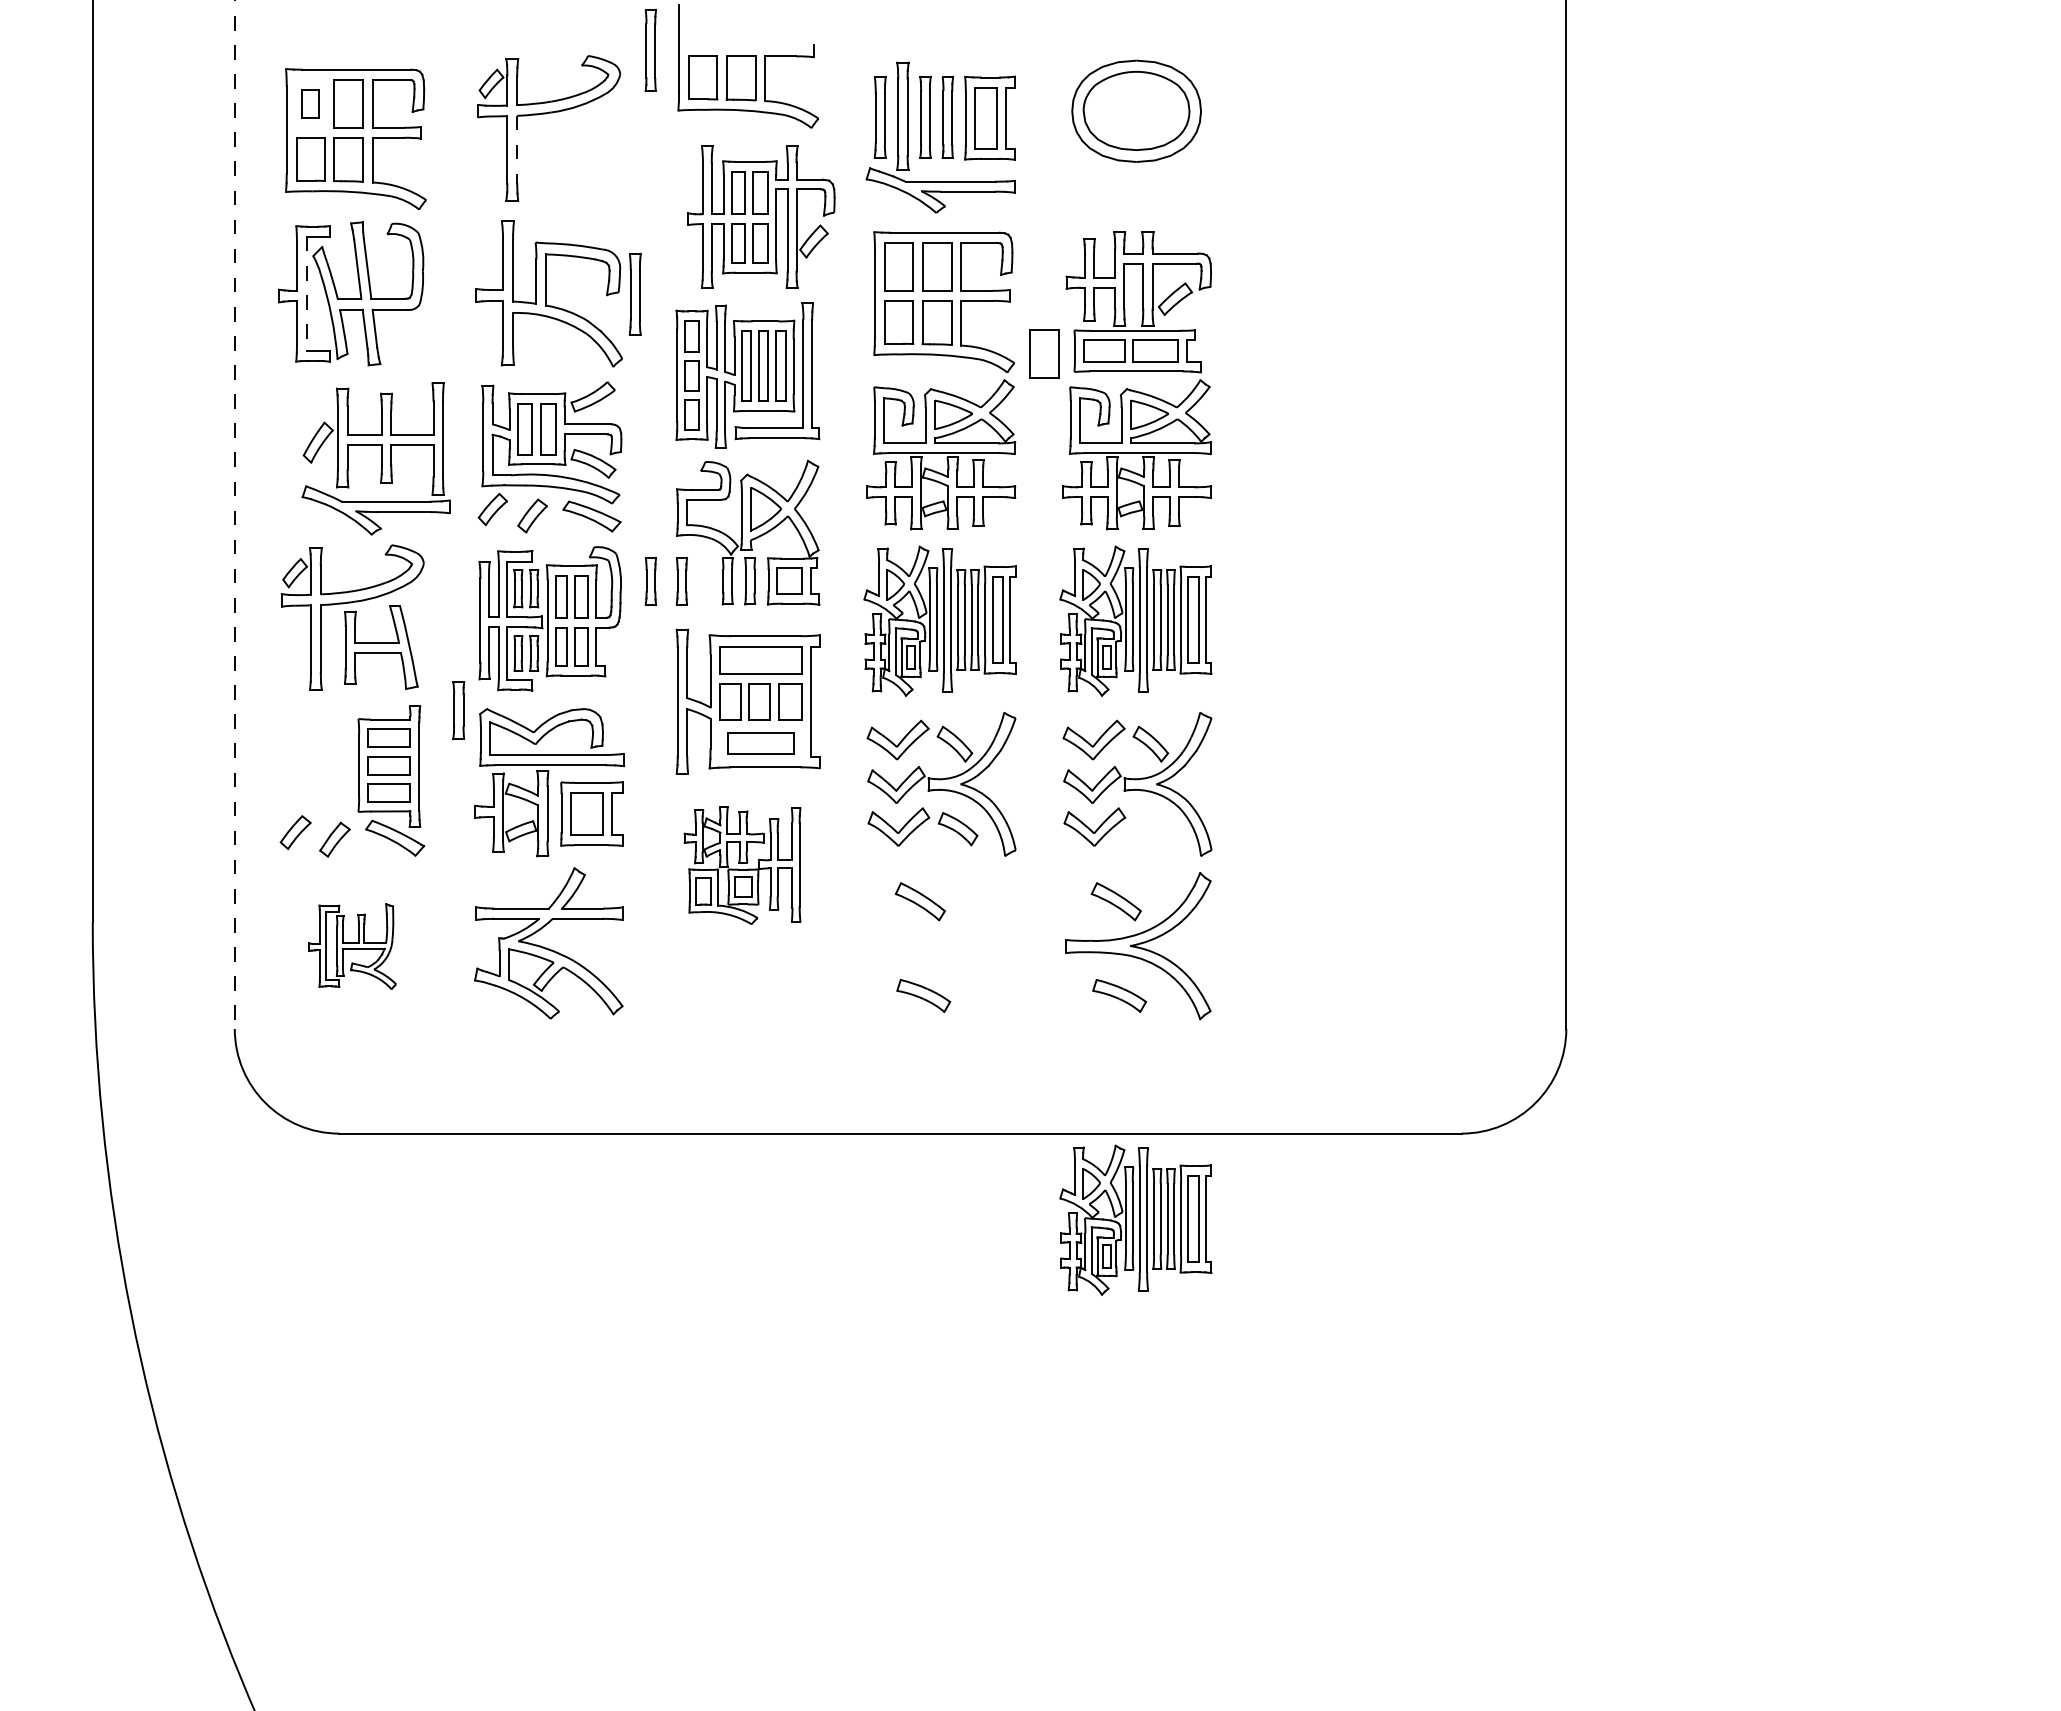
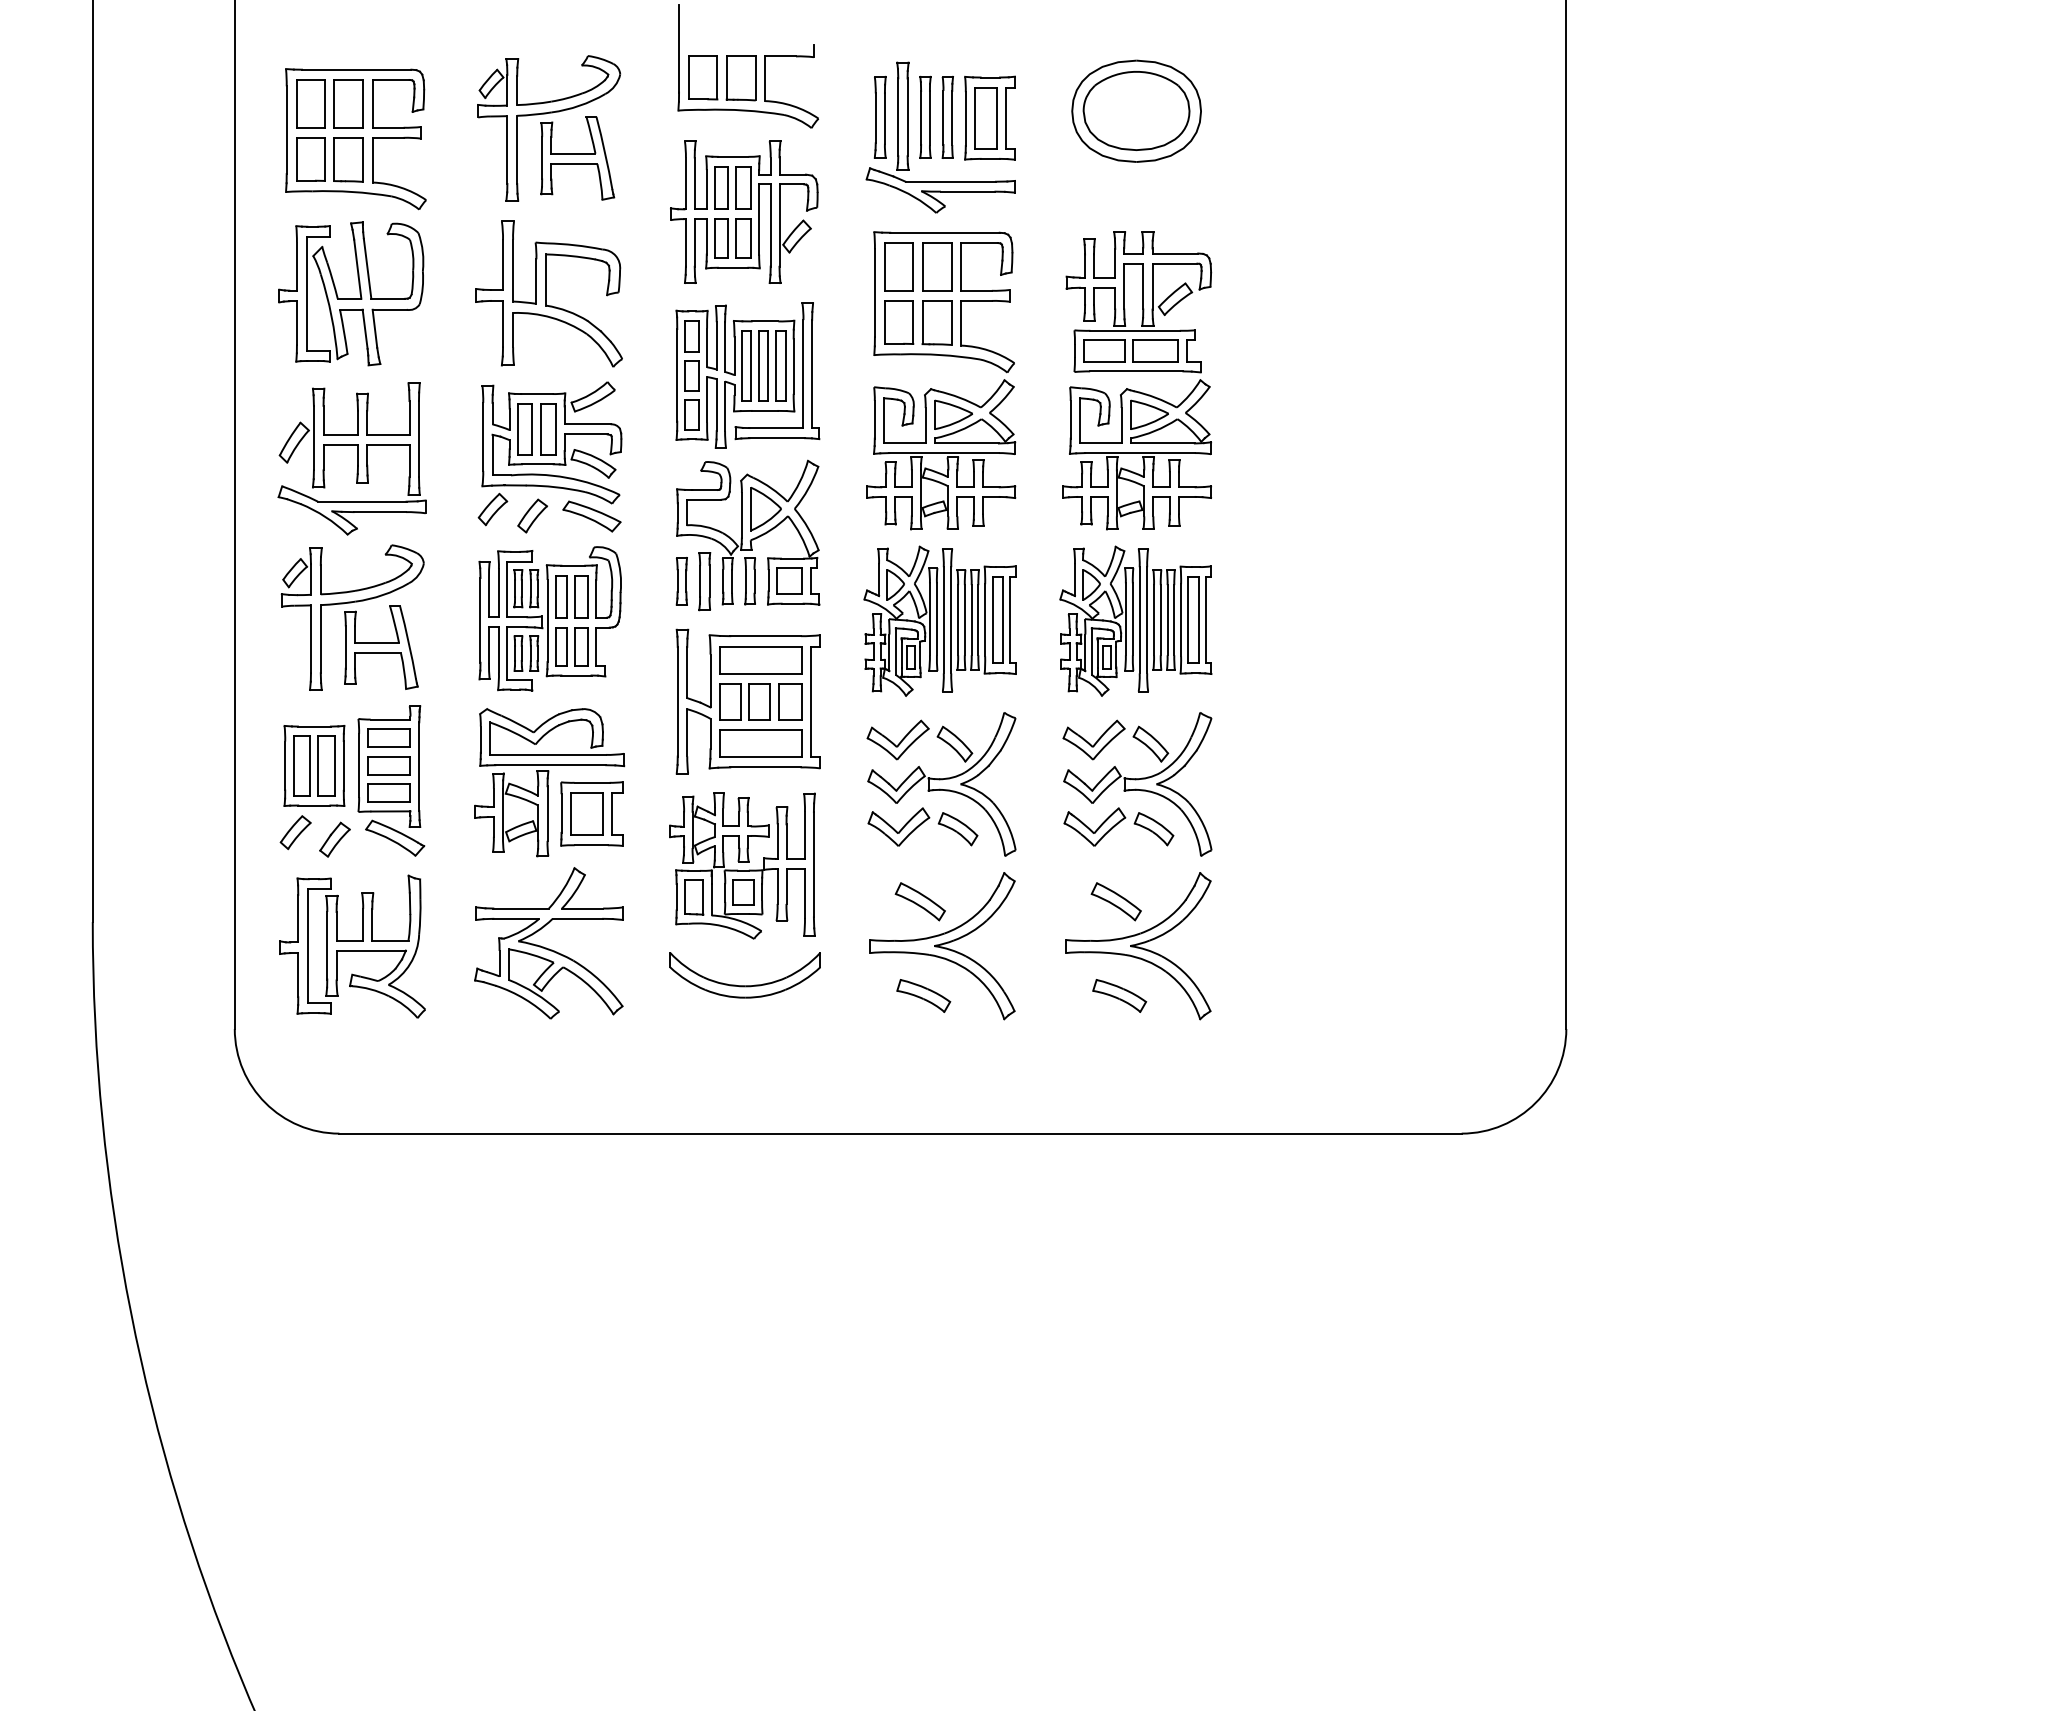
part at (650, 50): present -> none
part at (310, 103) size: 19x30 px -> 30x50 px
line at (517, 150): dashed -> solid
part at (577, 158): none -> present
part at (761, 216) position: (761, 216) -> (744, 211)
line at (306, 293): dashed -> solid
part at (634, 293): present -> none
part at (1044, 353): present -> none
part at (375, 458) position: (375, 458) -> (351, 458)
line at (234, 515): dashed -> solid
part at (650, 581): present -> none
part at (458, 710) position: (458, 710) -> (704, 581)
part at (760, 743) size: 68x23 px -> 84x29 px
part at (314, 765): none -> present
part at (1153, 829): none -> present
part at (742, 865) size: 119x119 px -> 147x148 px
part at (352, 946) size: 89x87 px -> 147x145 px
part at (942, 946): none -> present
part at (744, 985): none -> present
part at (1135, 1219): present -> none
